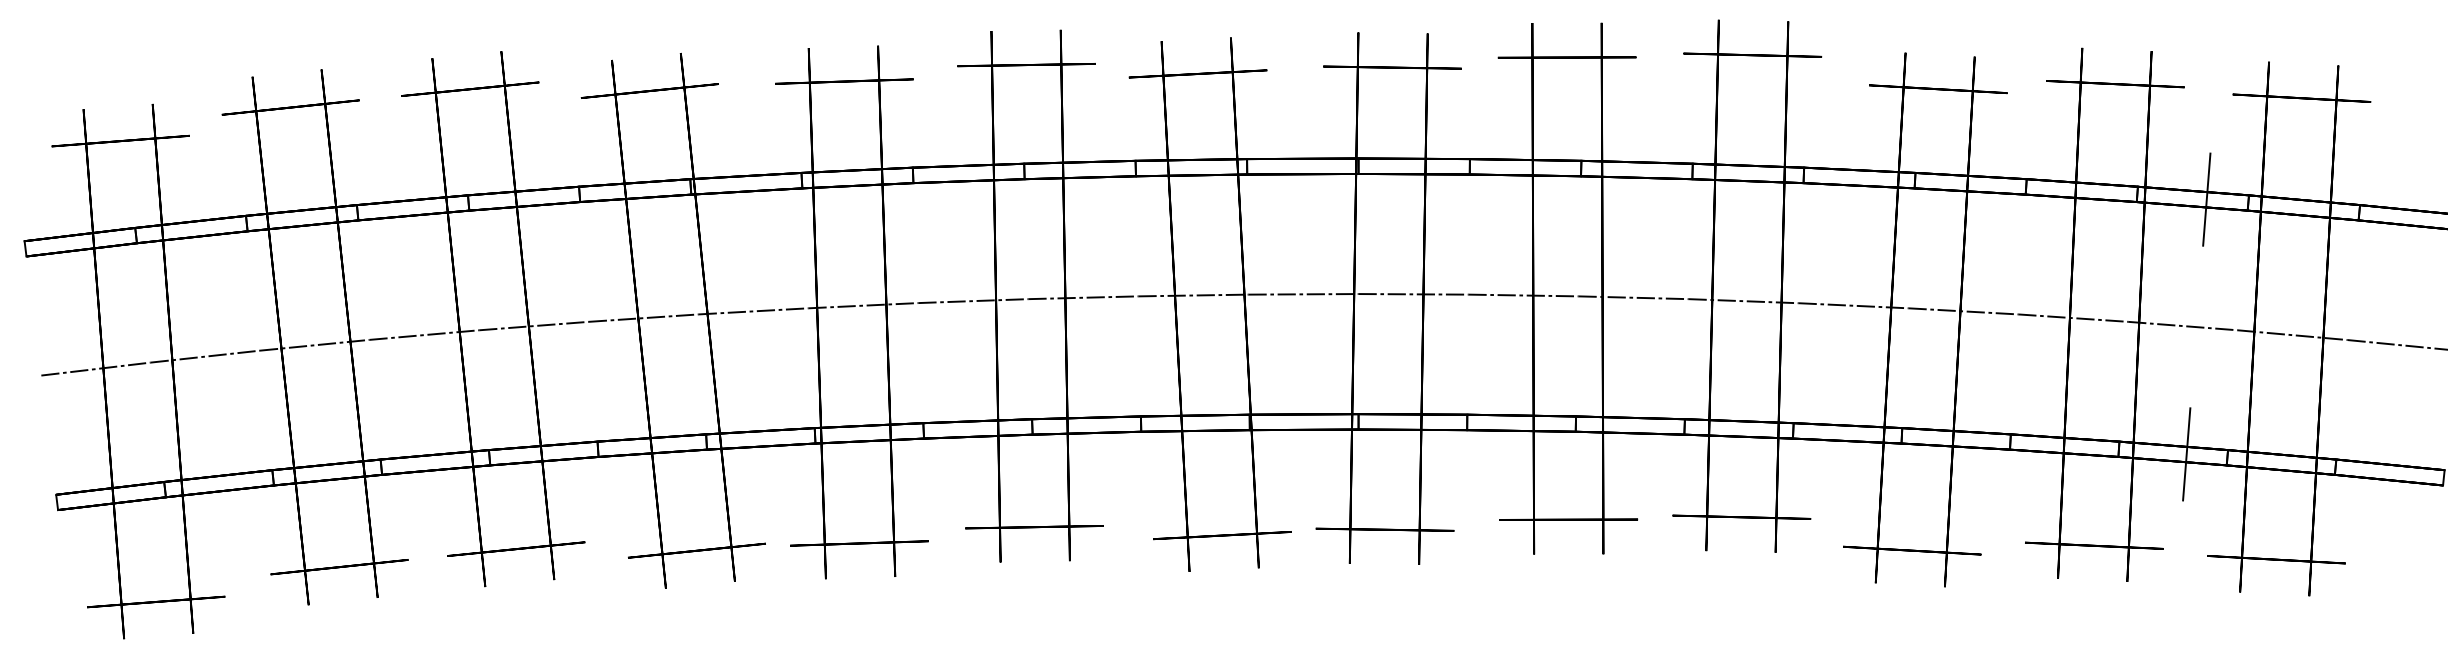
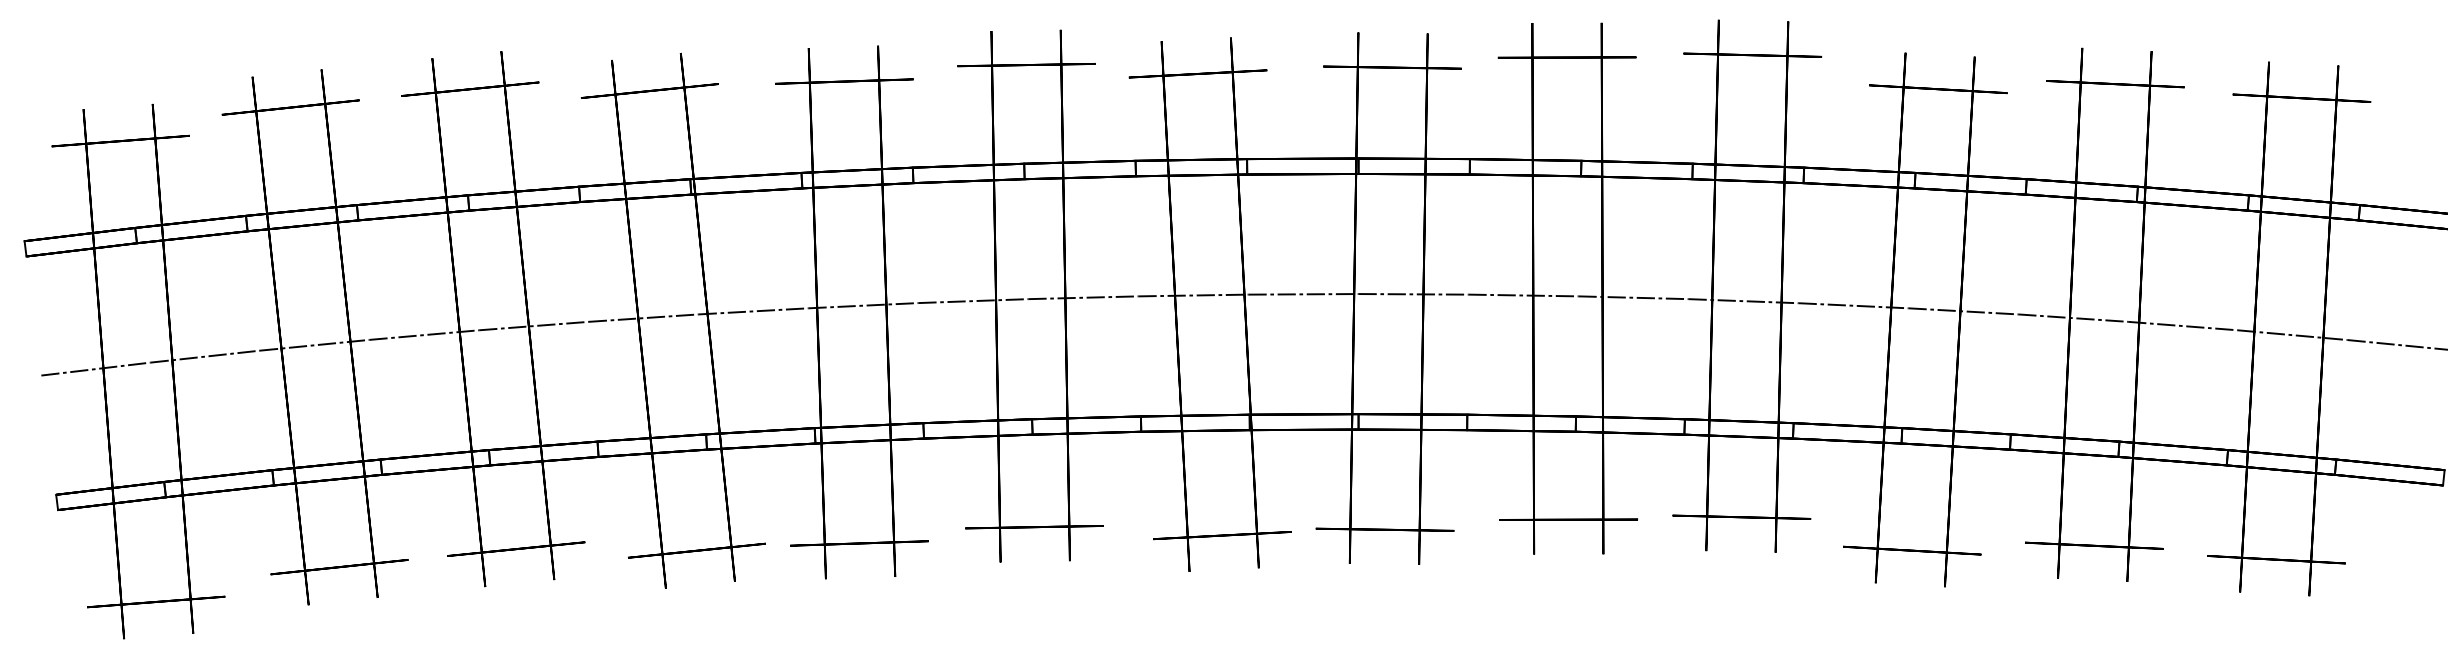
line at (2206, 199): present -> none
line at (2186, 454): present -> none
